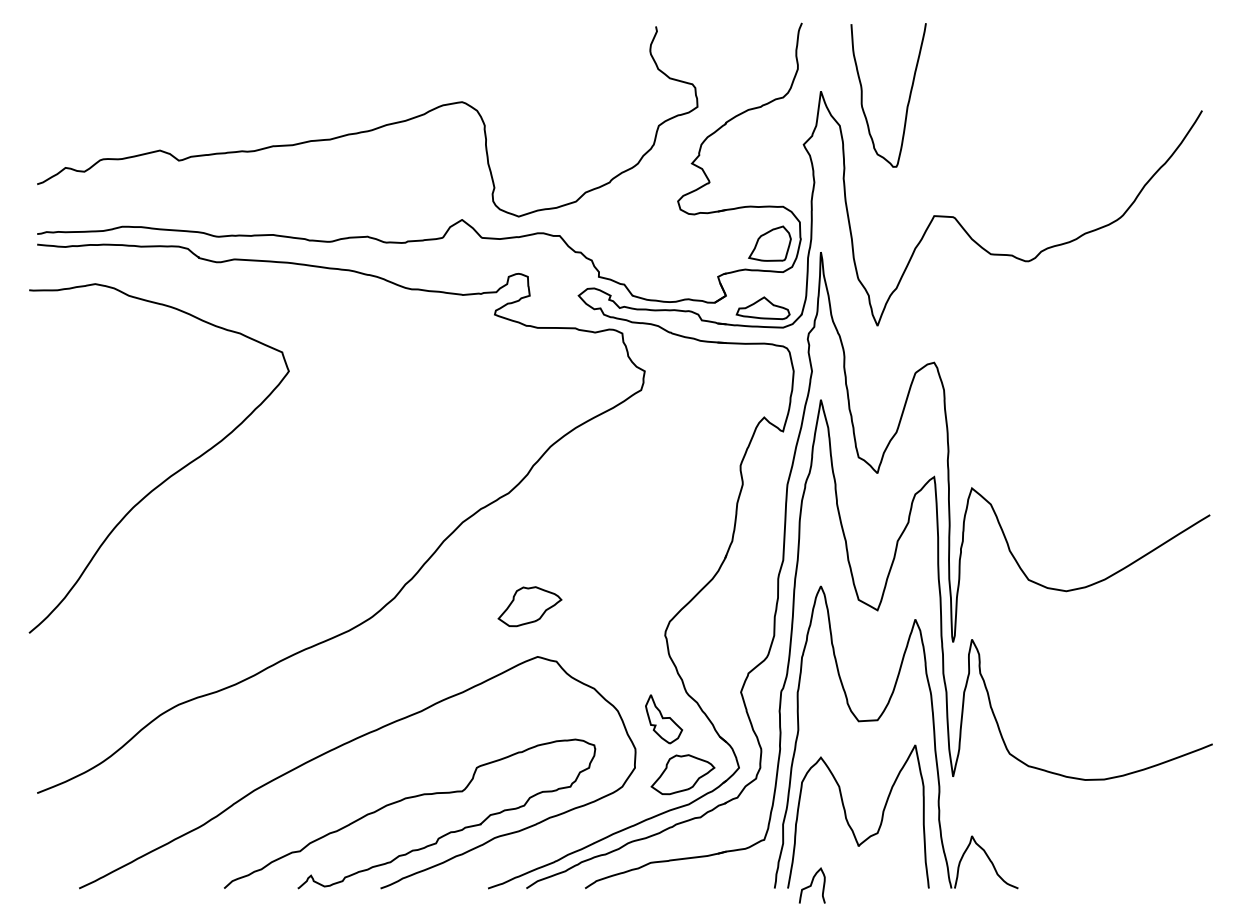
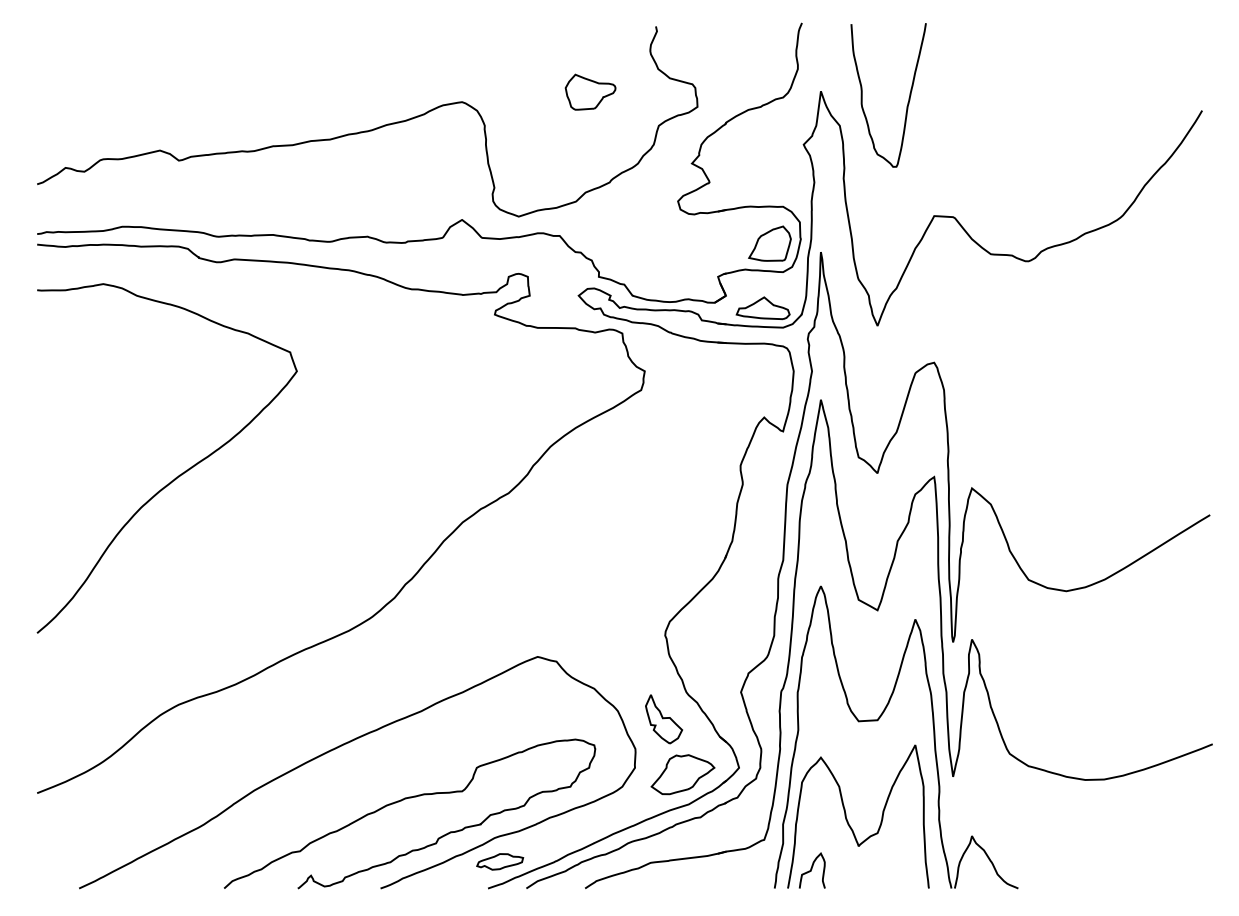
part at (590, 91): none -> present
curve at (171, 474) position: (171, 474) -> (179, 474)
part at (529, 606): present -> none
part at (500, 861): none -> present
curve at (812, 884) position: (812, 884) -> (812, 869)
